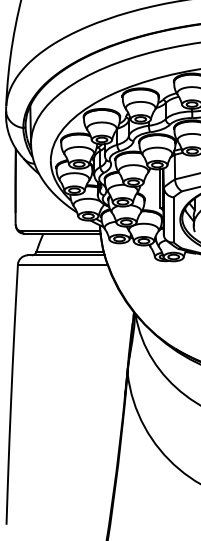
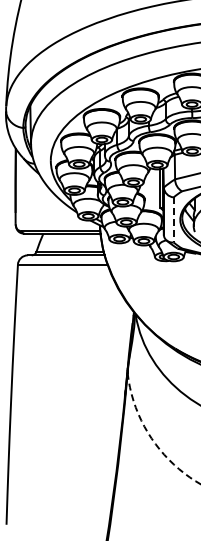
line at (173, 219): solid -> dashed
arc at (151, 437): solid -> dashed
